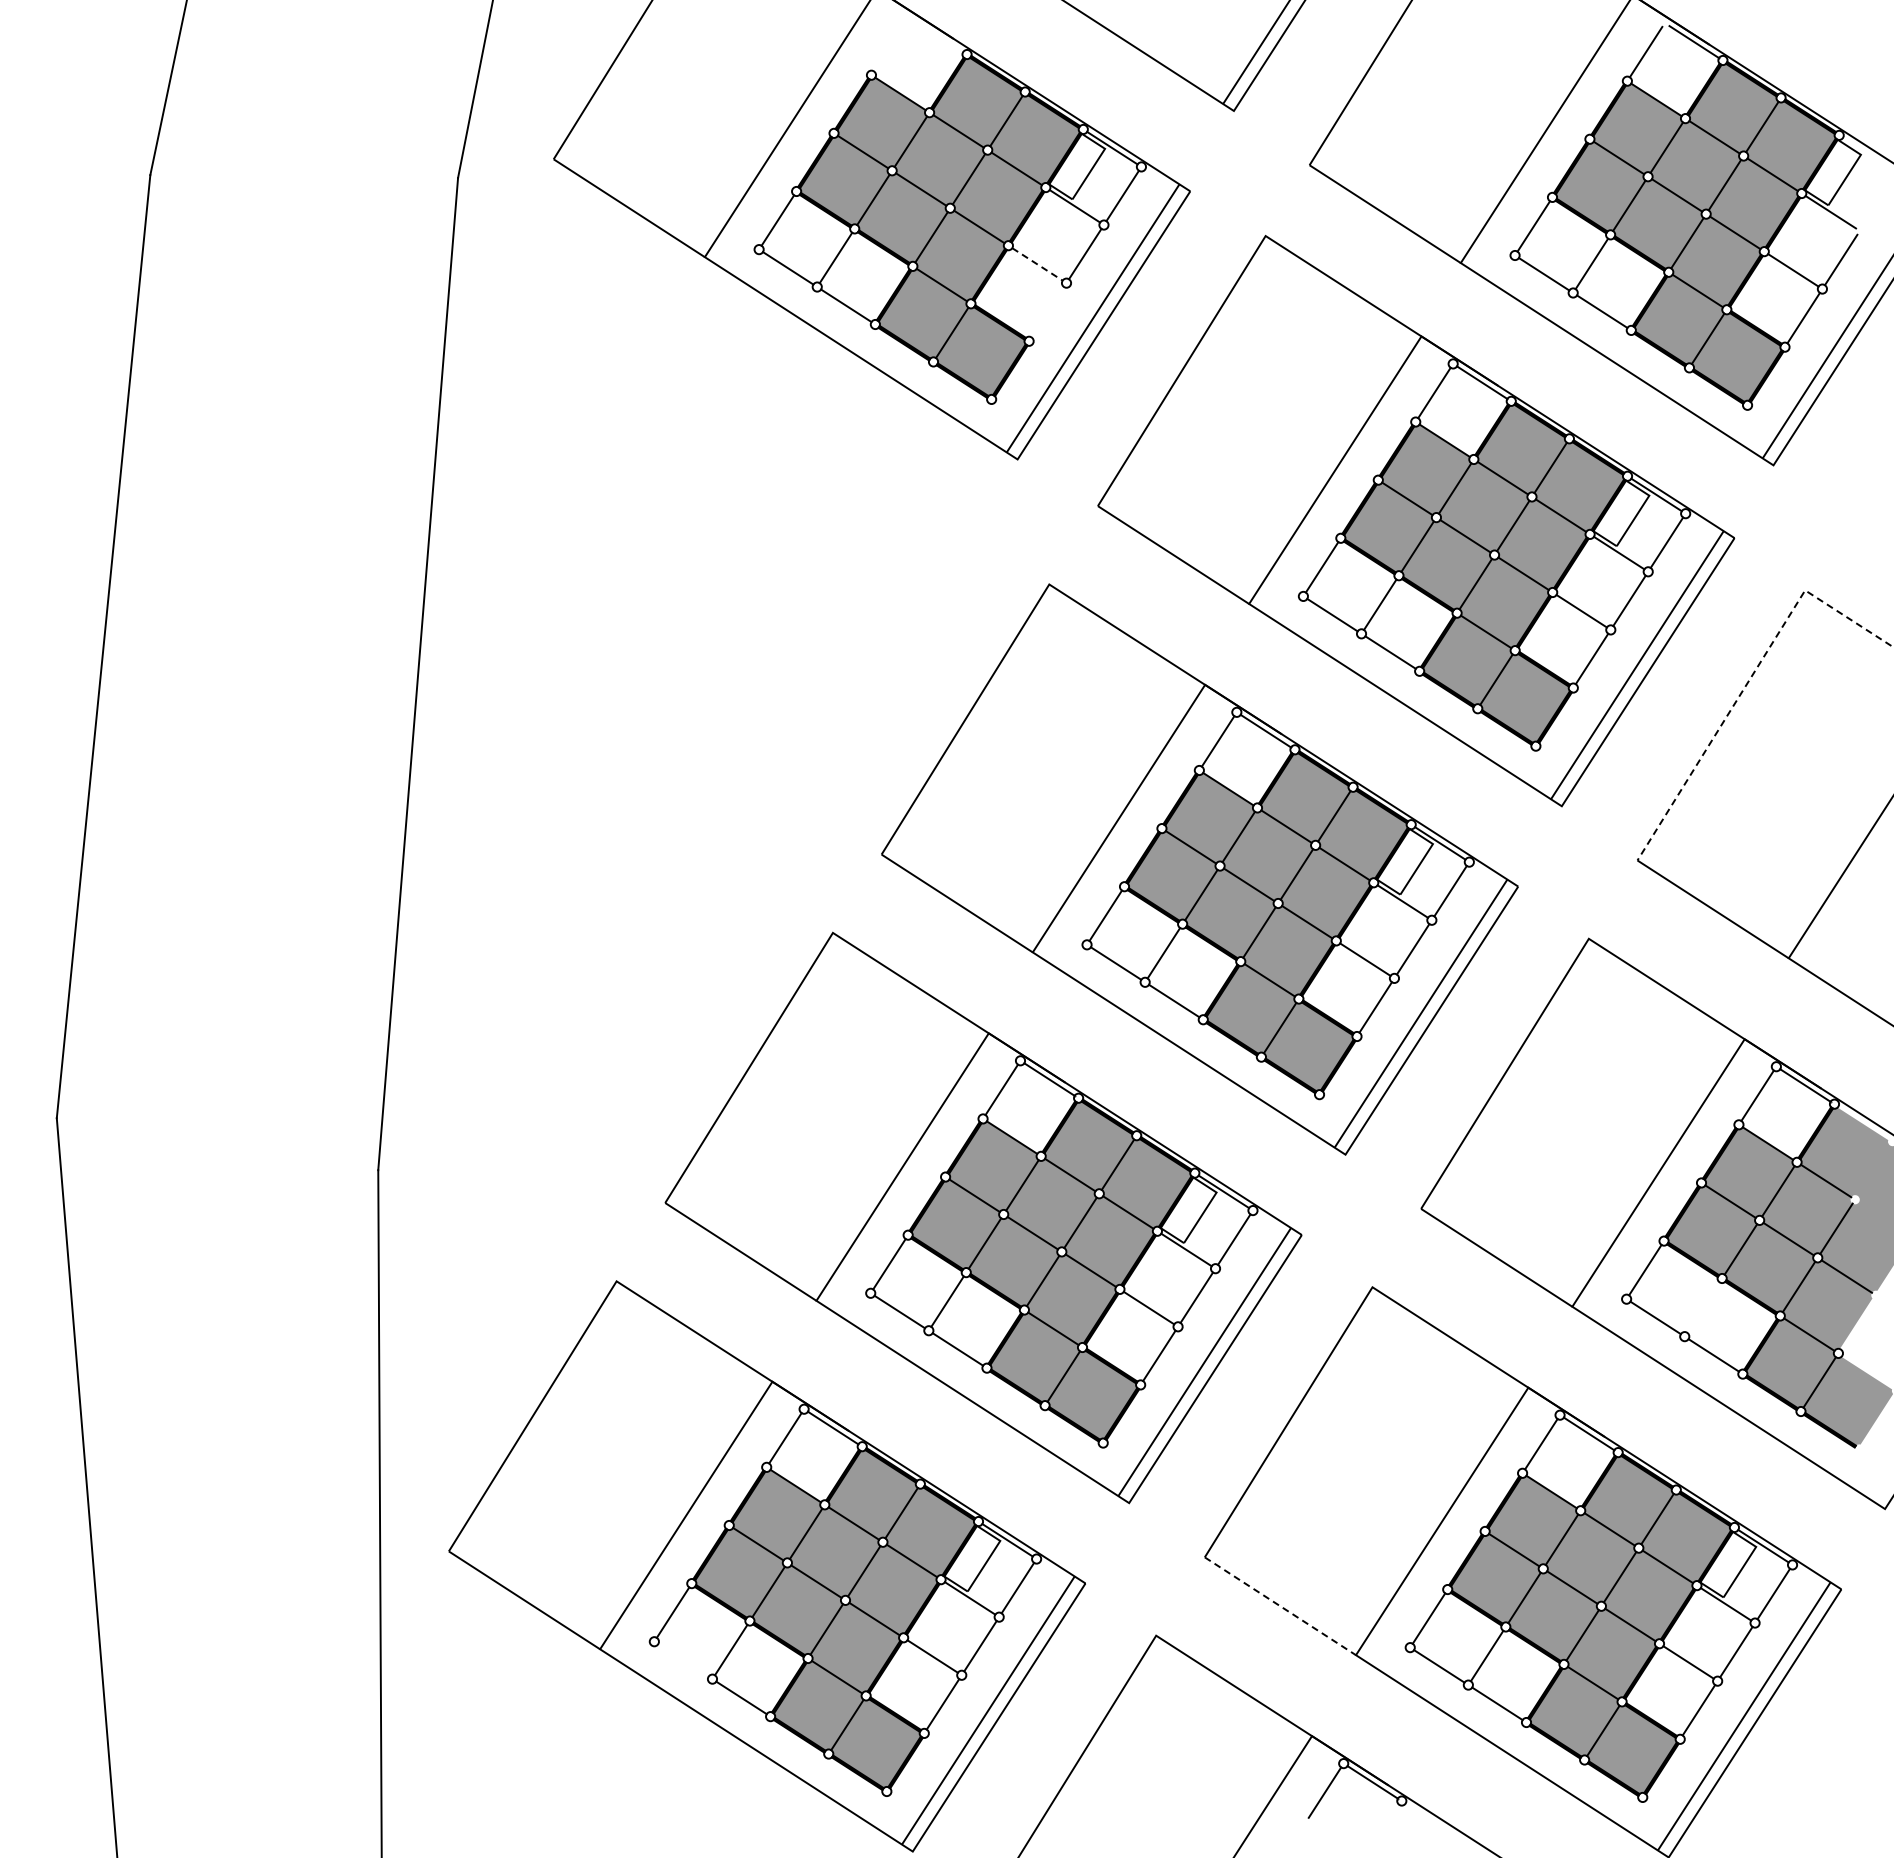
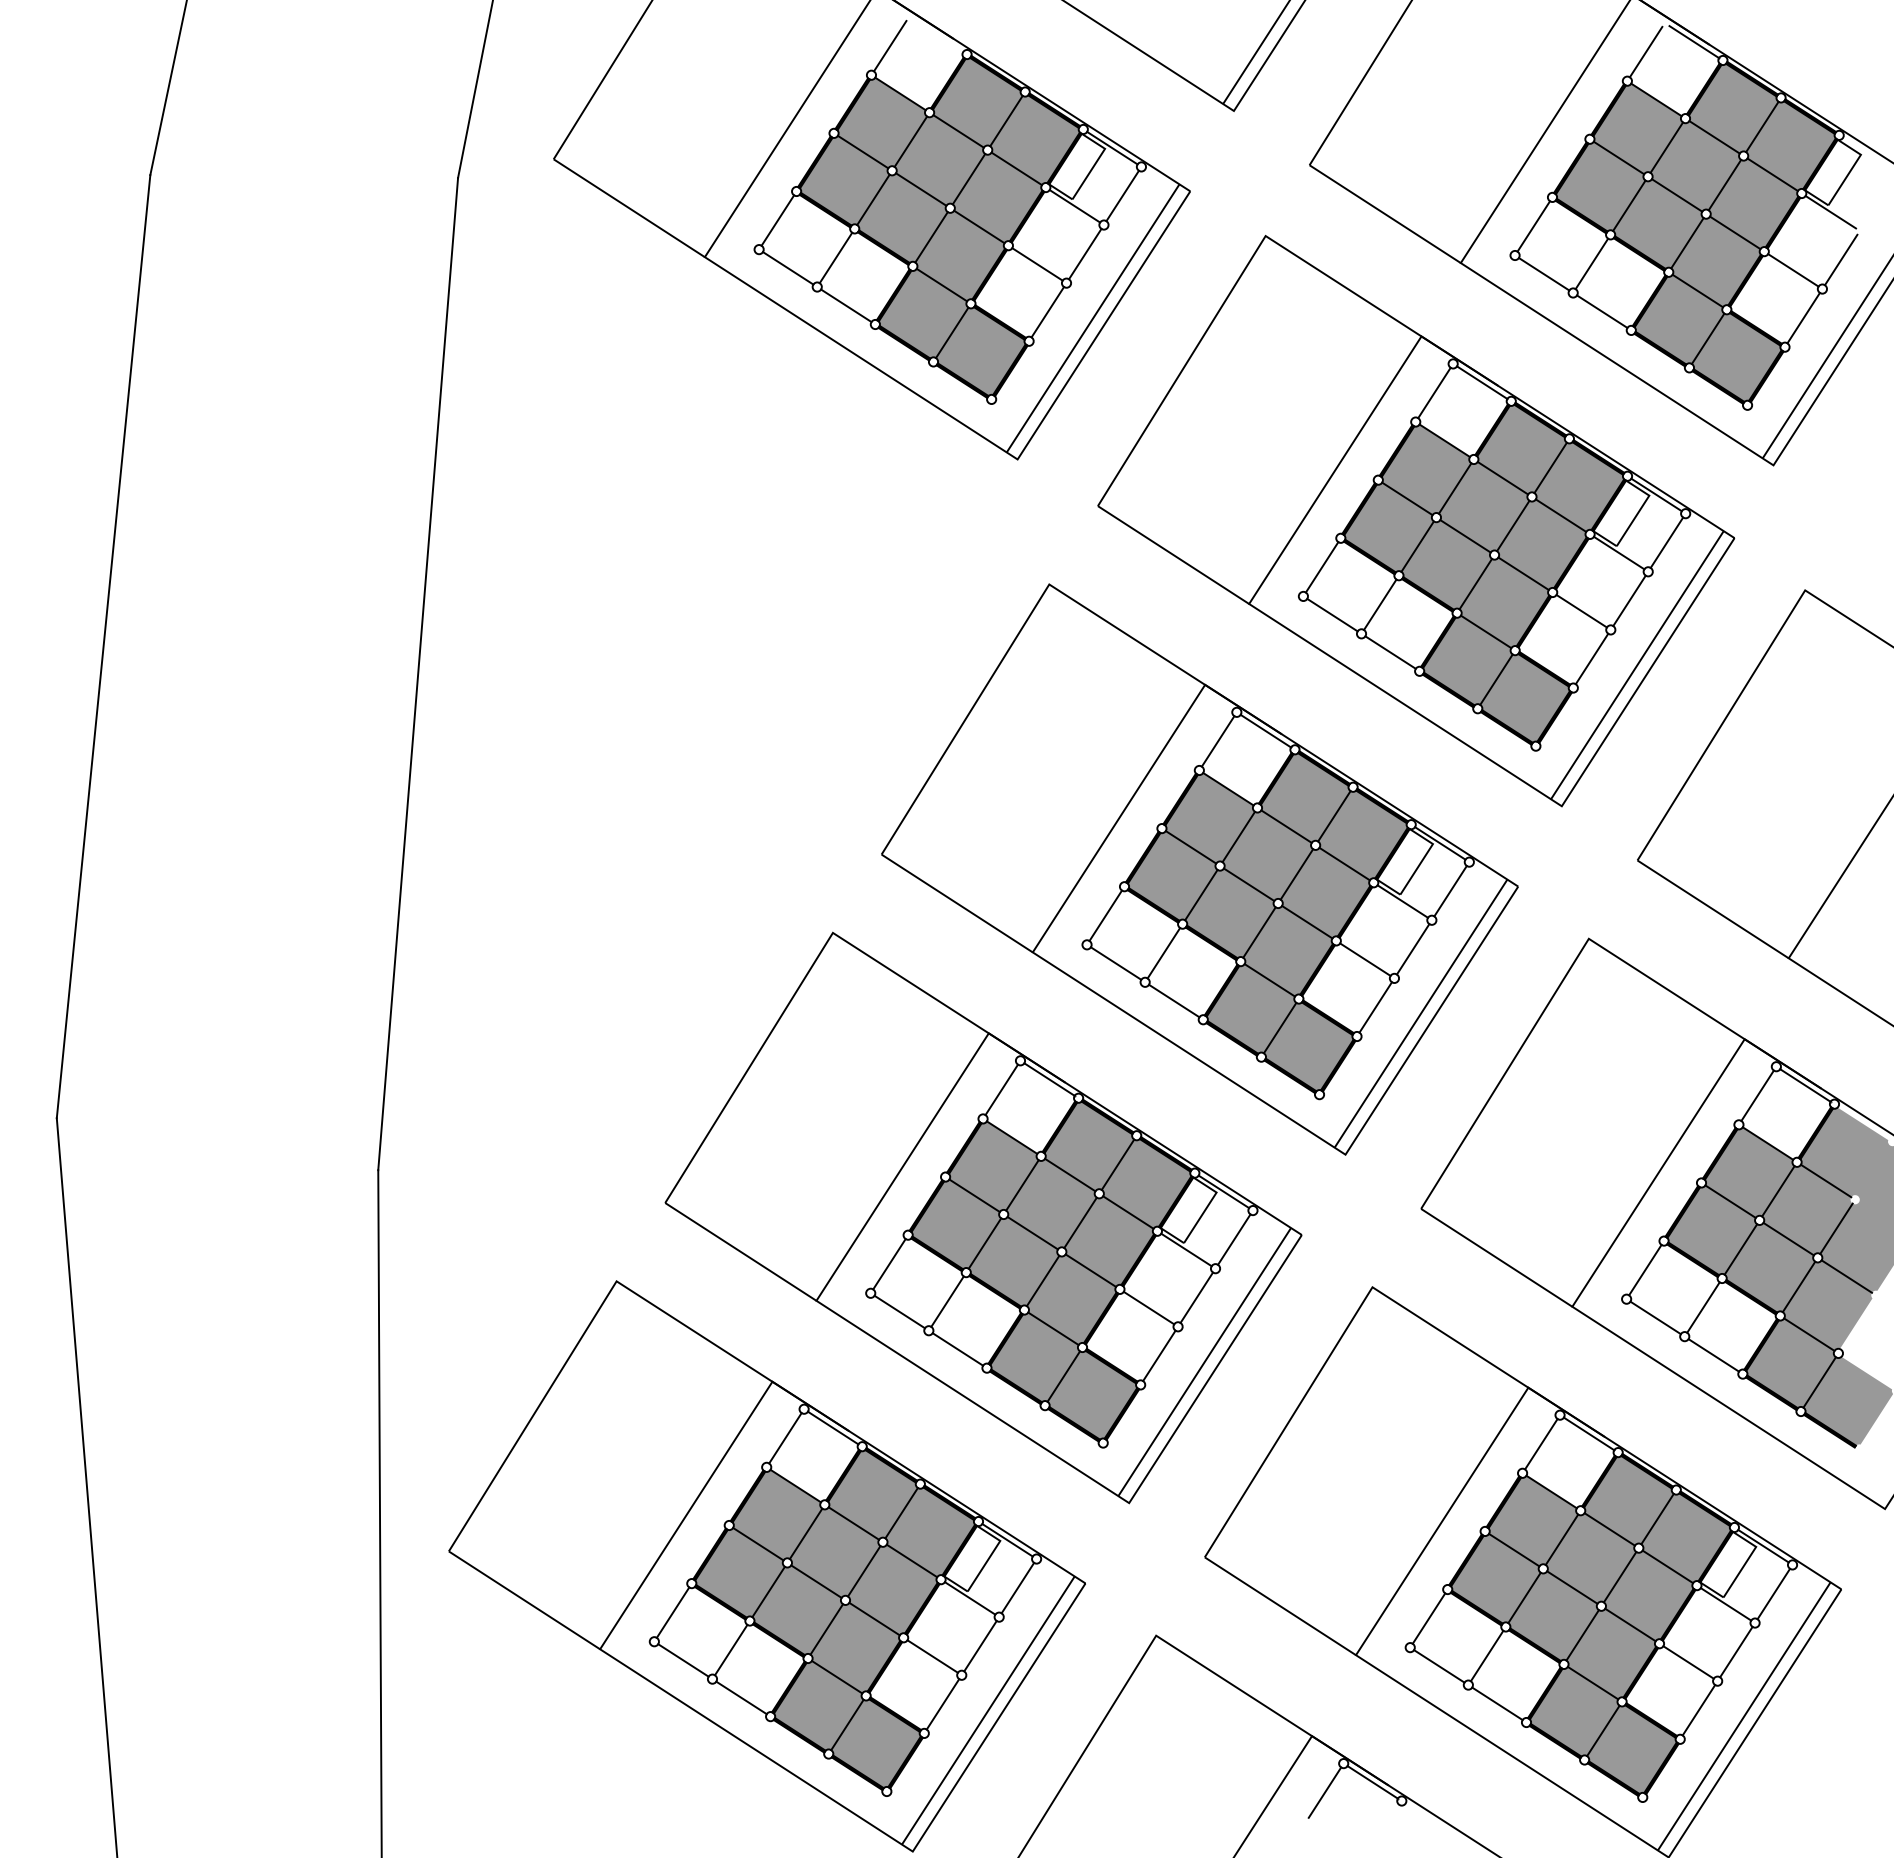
line at (890, 45): none -> present
line at (1037, 264): dashed -> solid
line at (1047, 312): none -> present
line at (1749, 680): dashed -> solid
line at (1703, 1307): none -> present
line at (1280, 1606): dashed -> solid
line at (683, 1660): none -> present
